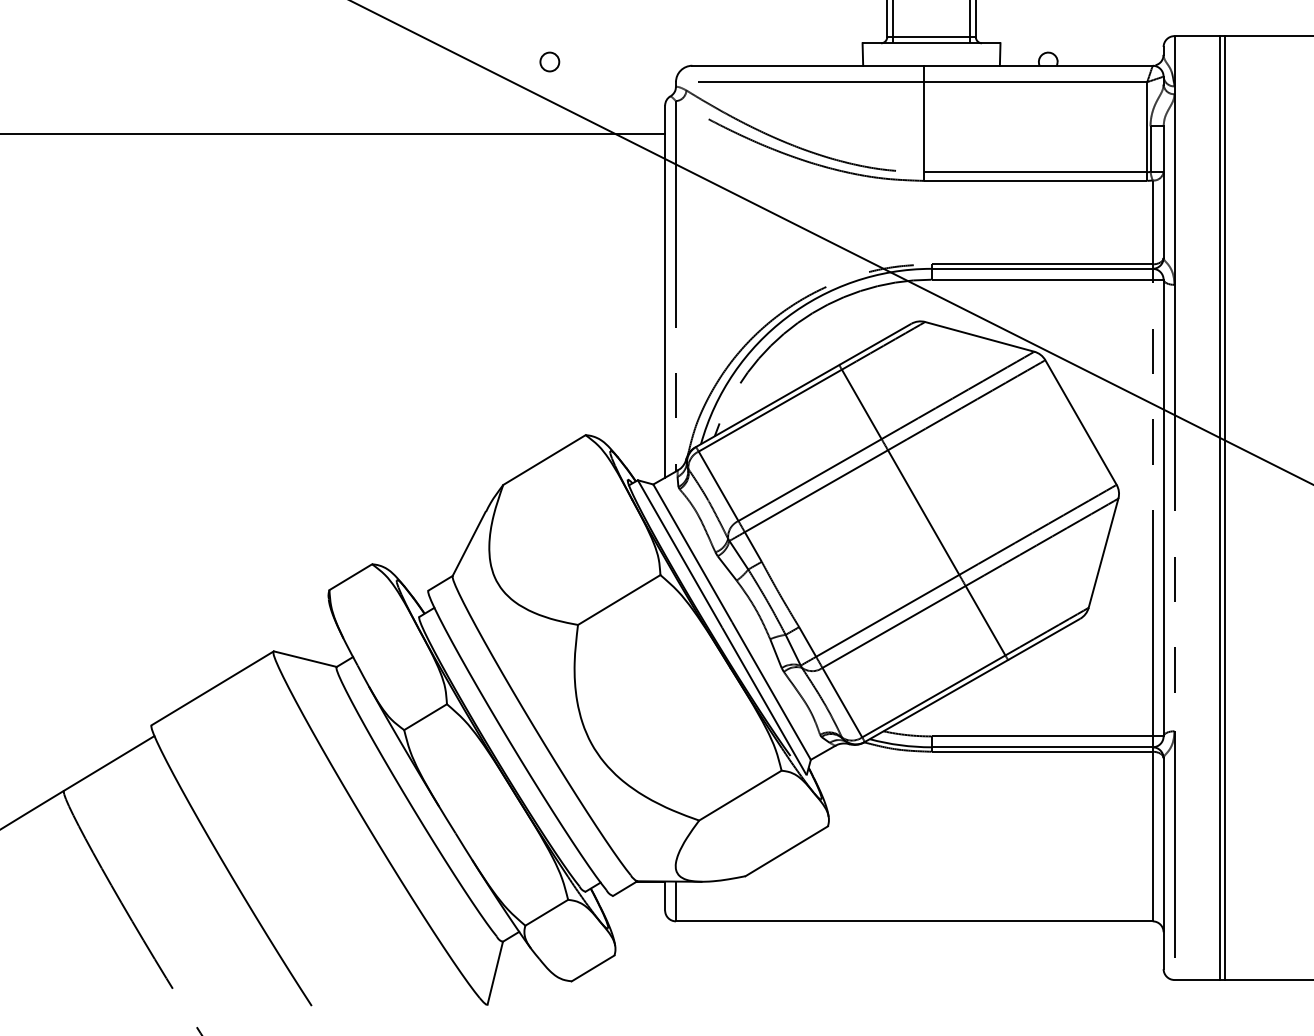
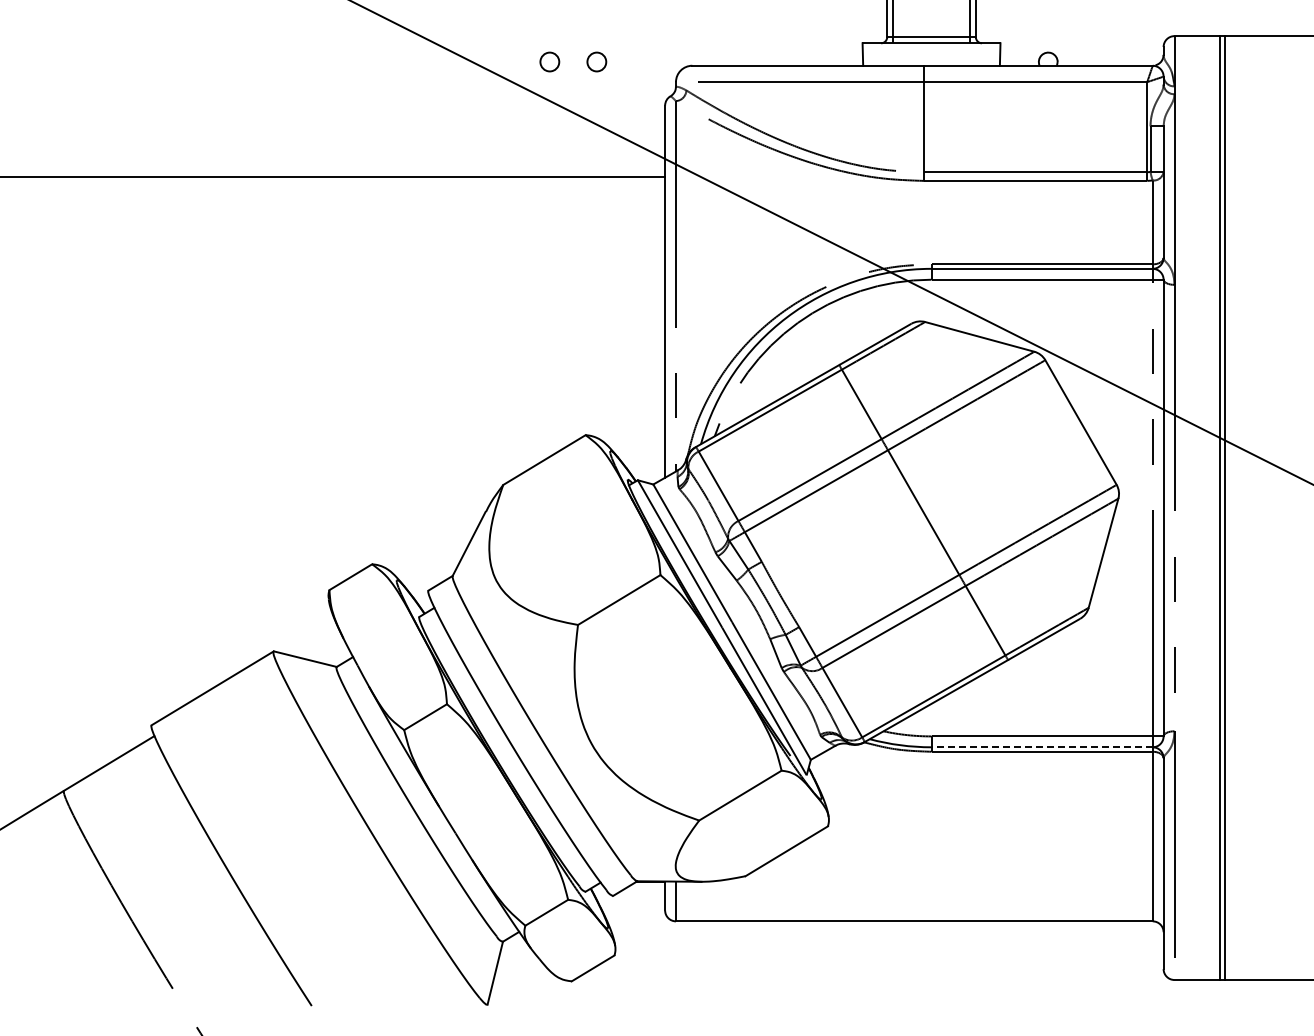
circle at (596, 61): none -> present
line at (333, 134) position: (333, 134) -> (333, 177)
line at (1042, 747): solid -> dashed
